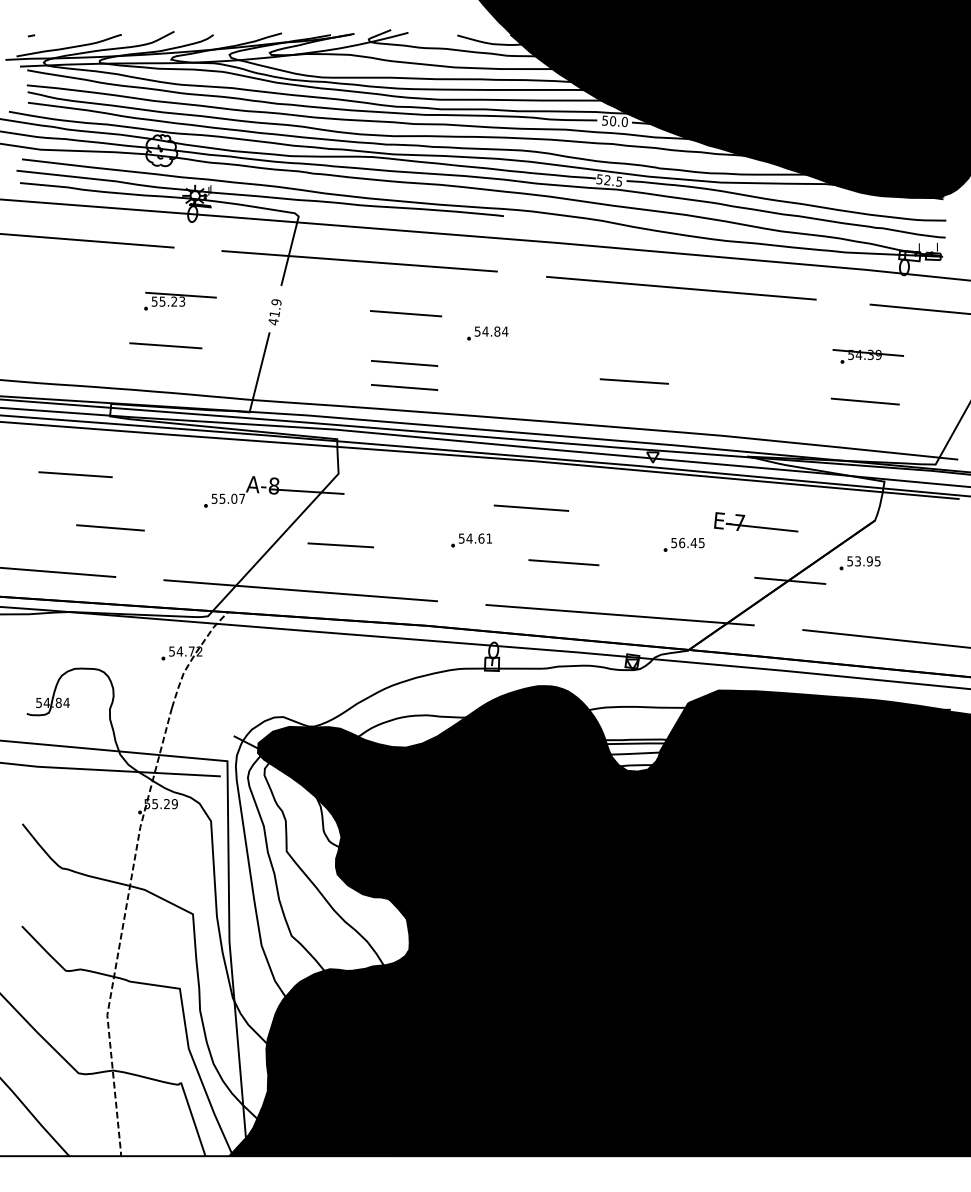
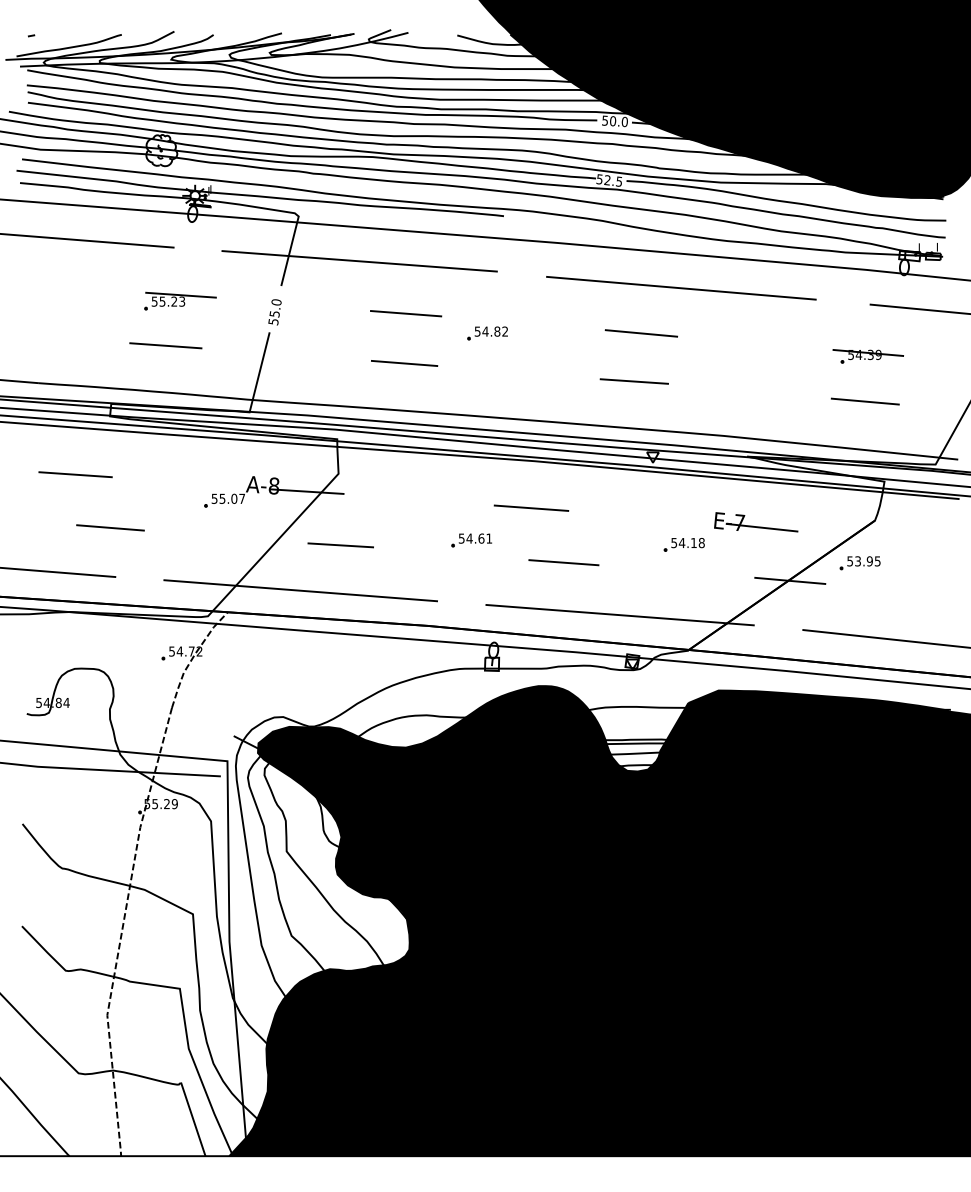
text at (274, 312): 41.9 -> 55.0
text at (505, 331): 54.84 -> 54.82
line at (640, 333): none -> present
line at (404, 387): present -> none
text at (691, 542): 56.45 -> 54.18
